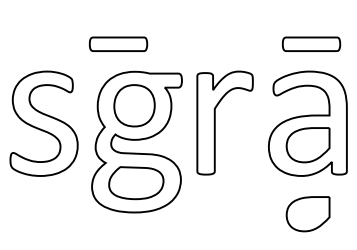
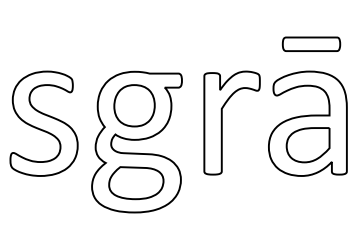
part at (118, 43): present -> none
part at (215, 122) position: (215, 122) -> (222, 122)
part at (307, 214): present -> none
